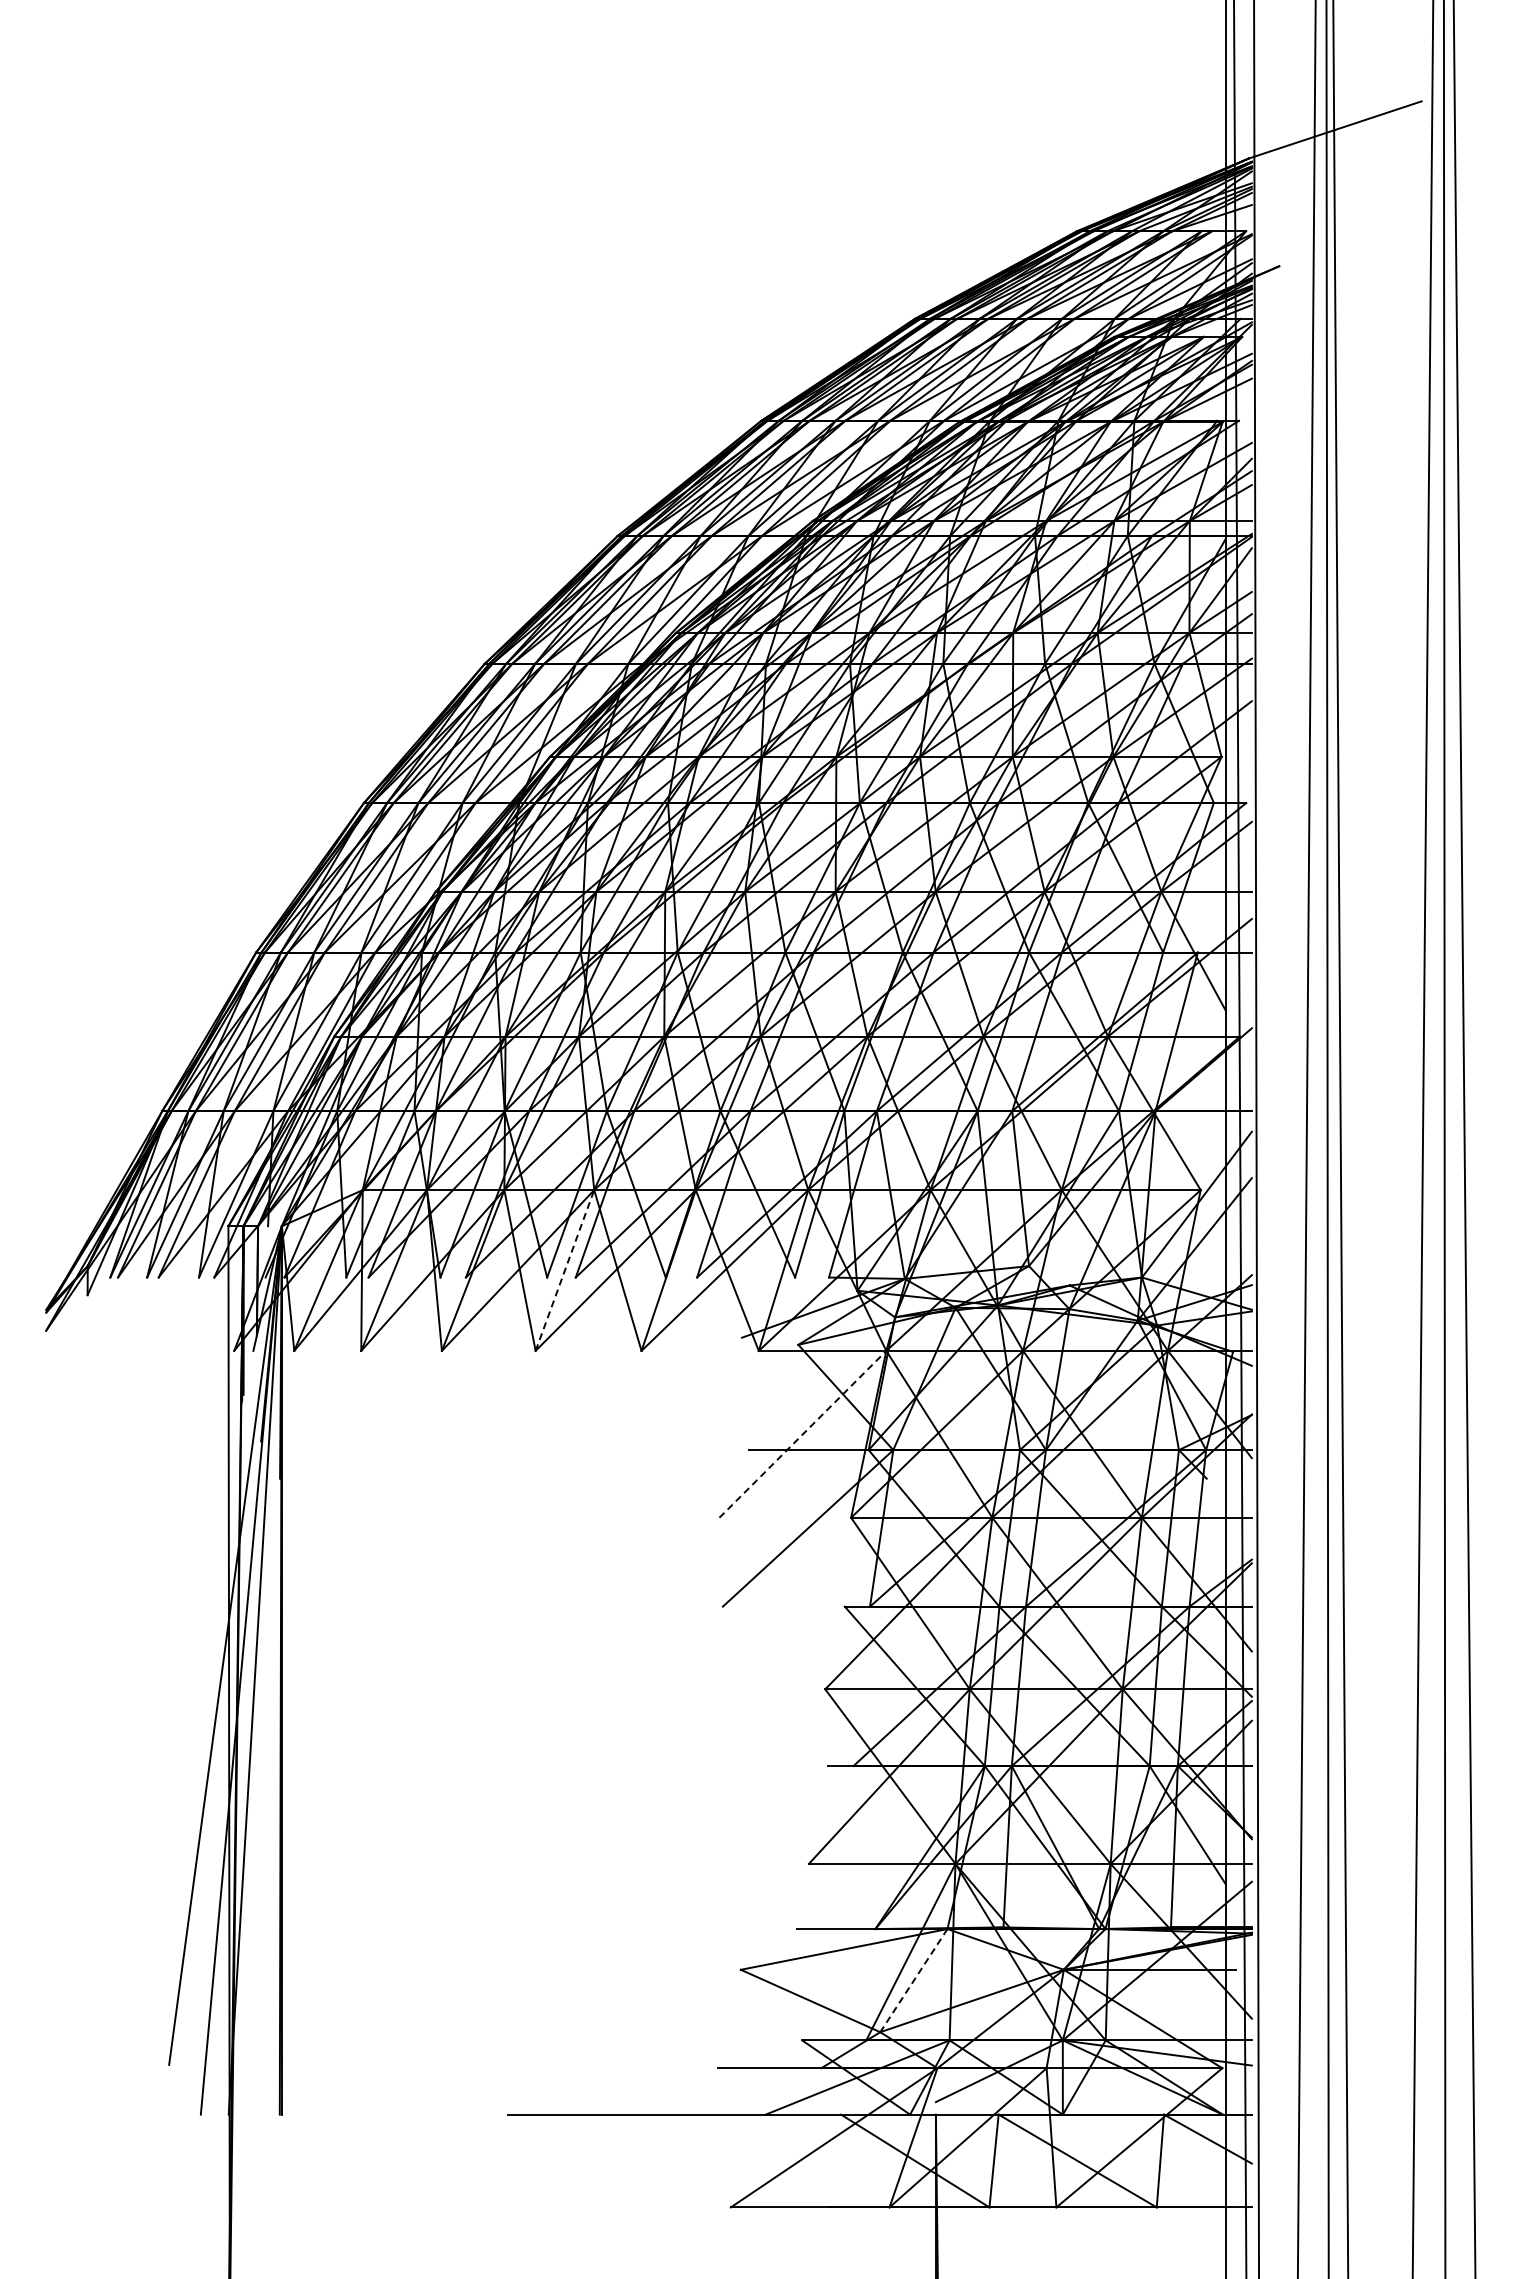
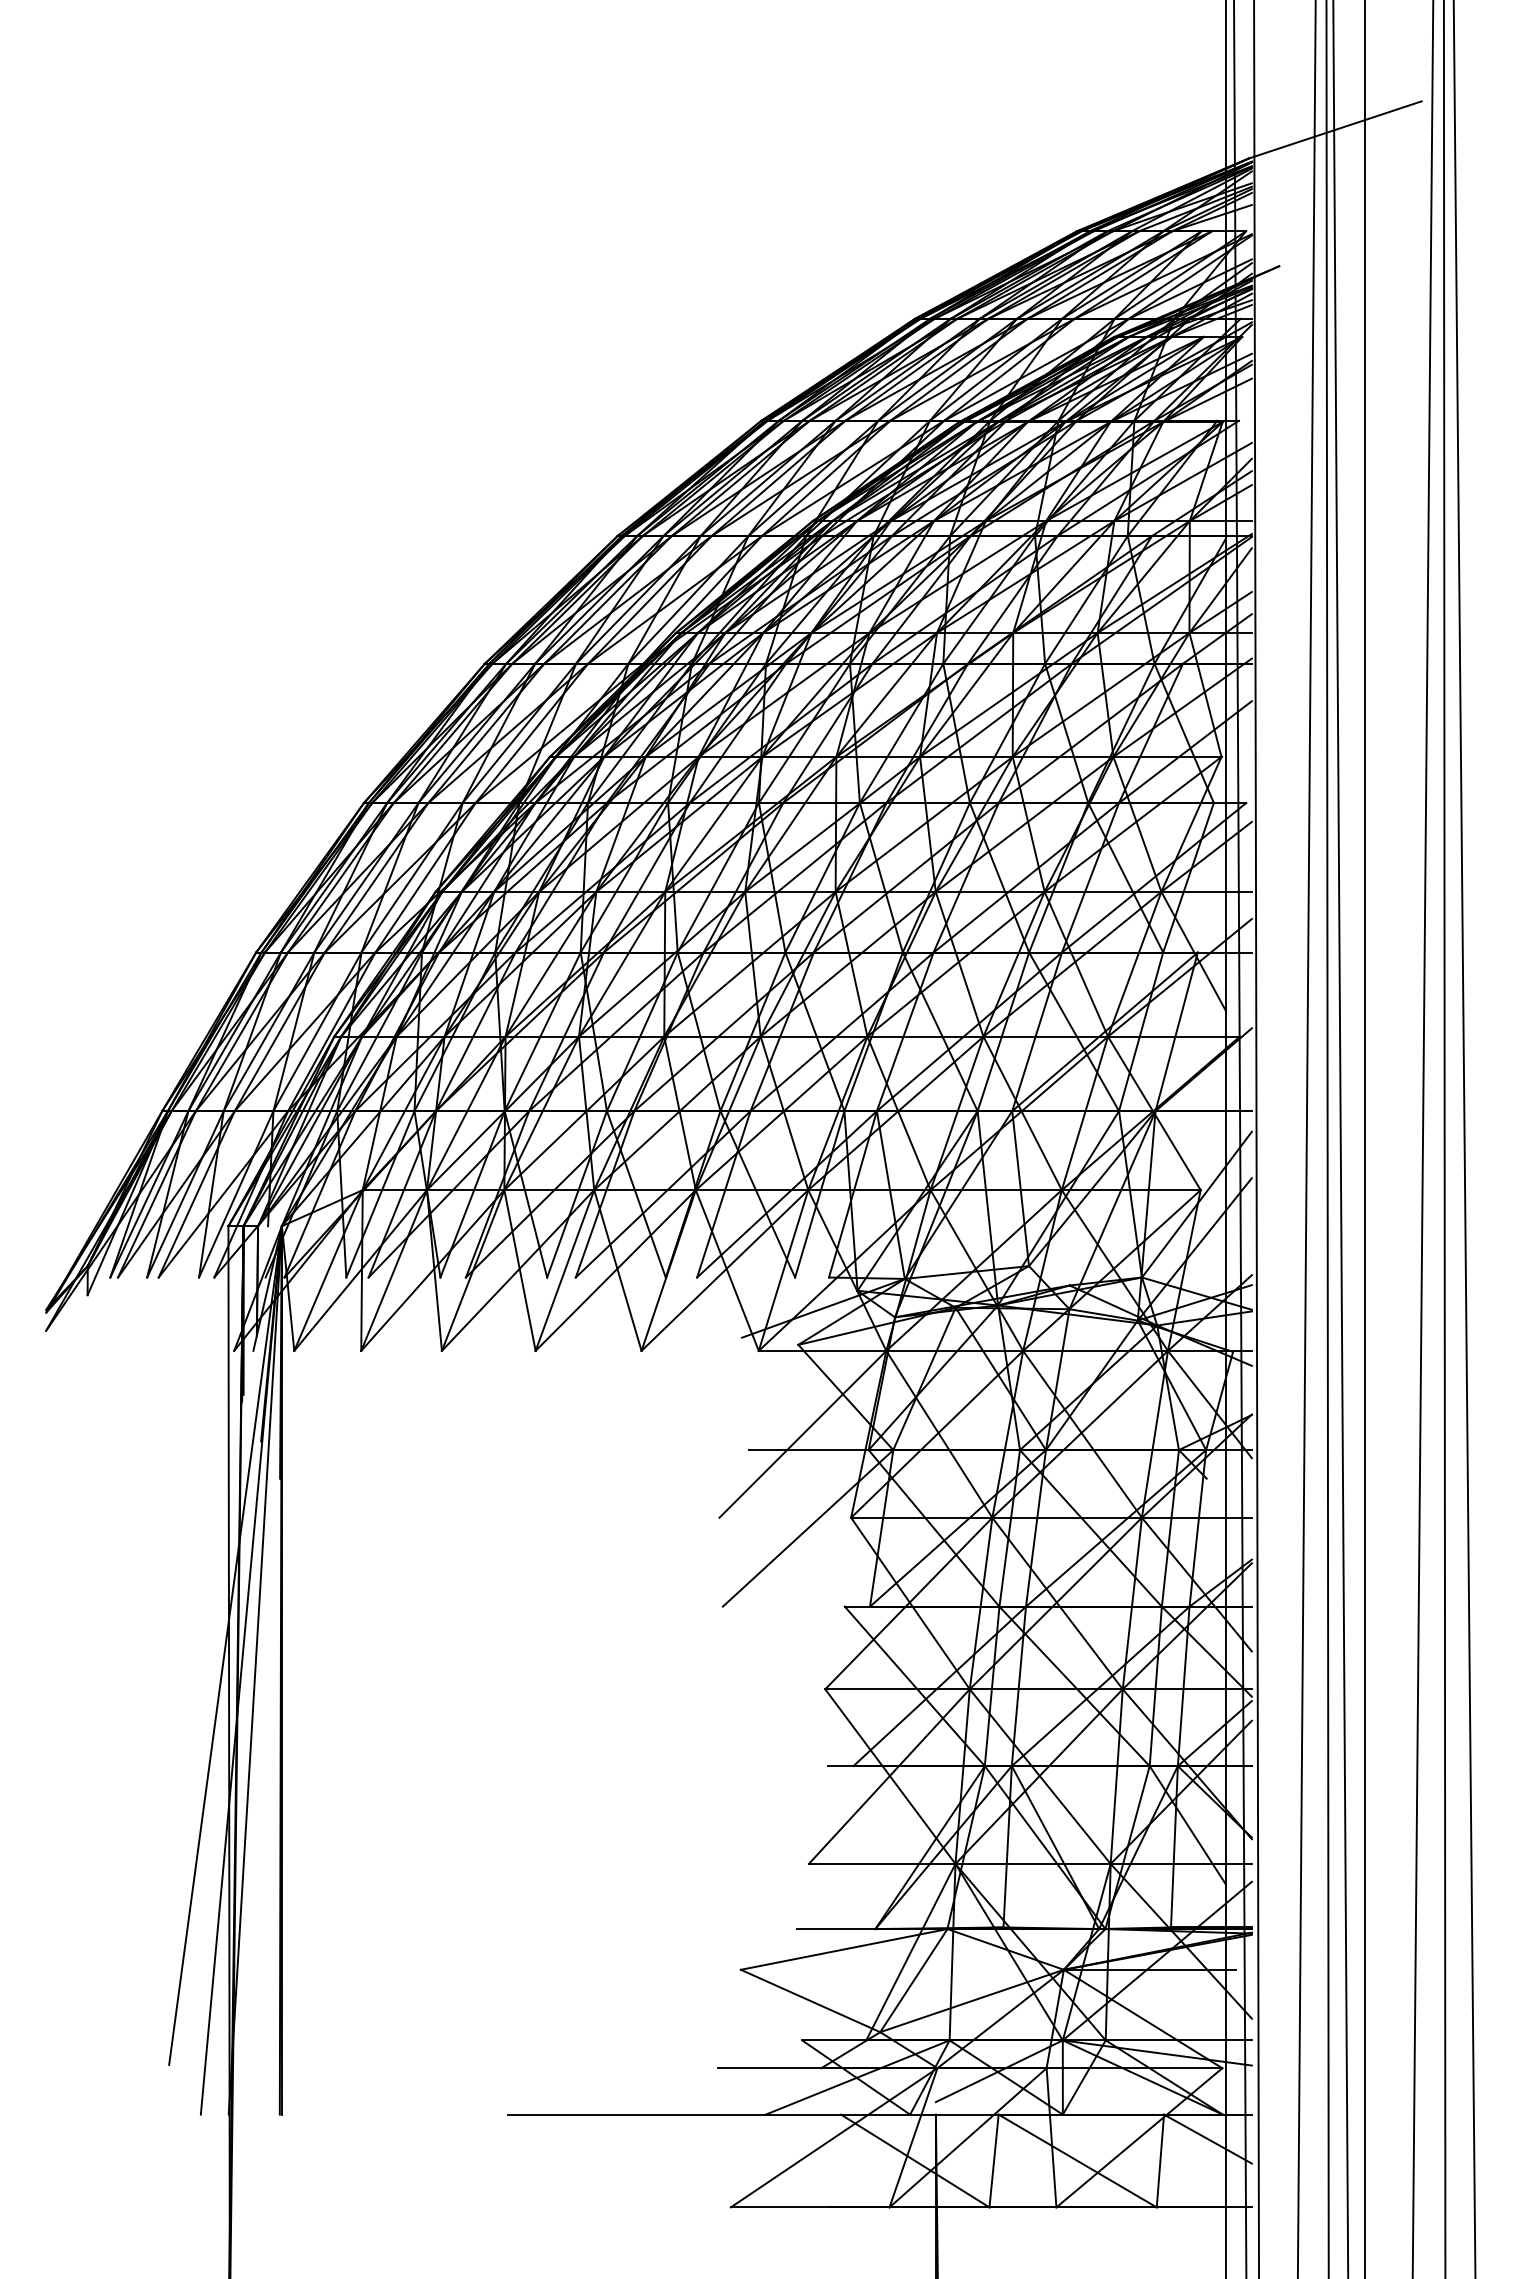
line at (1365, 1138): none -> present
line at (564, 1270): dashed -> solid
line at (803, 1433): dashed -> solid
line at (913, 1980): dashed -> solid
